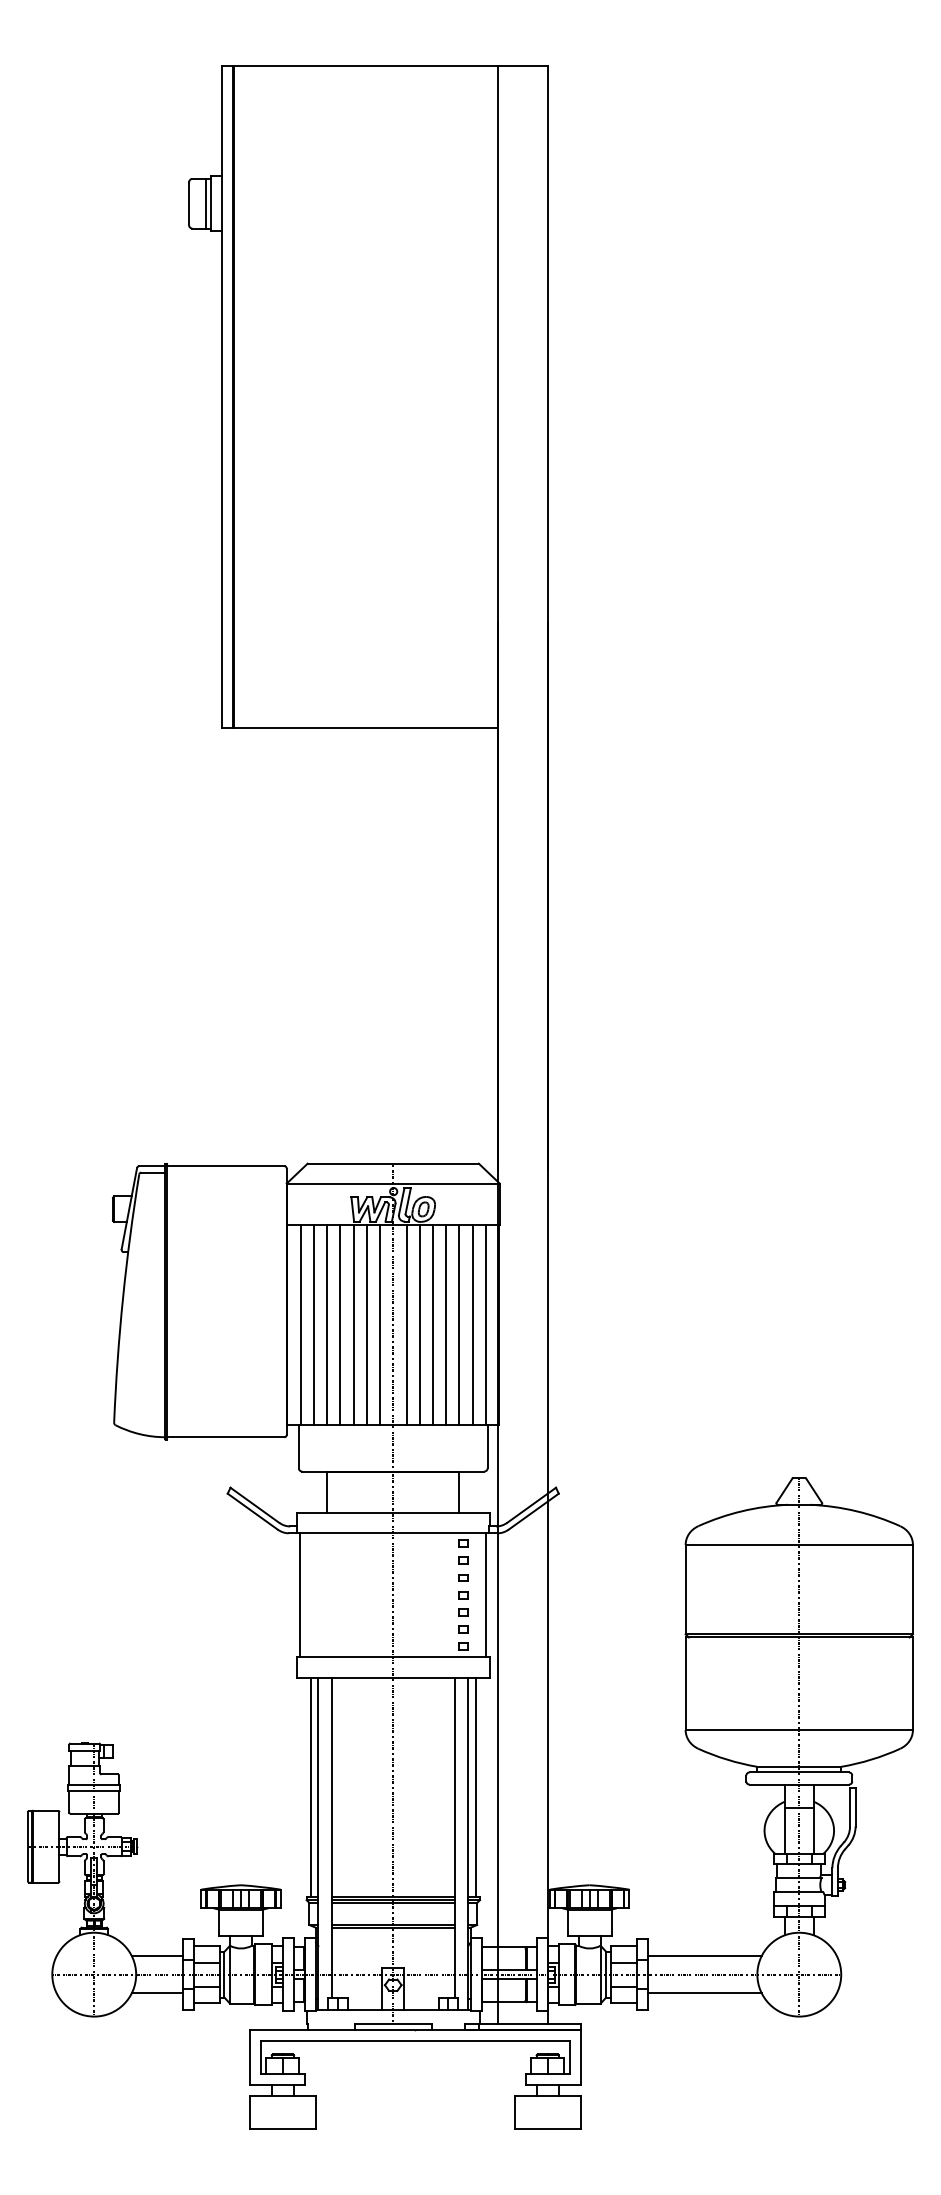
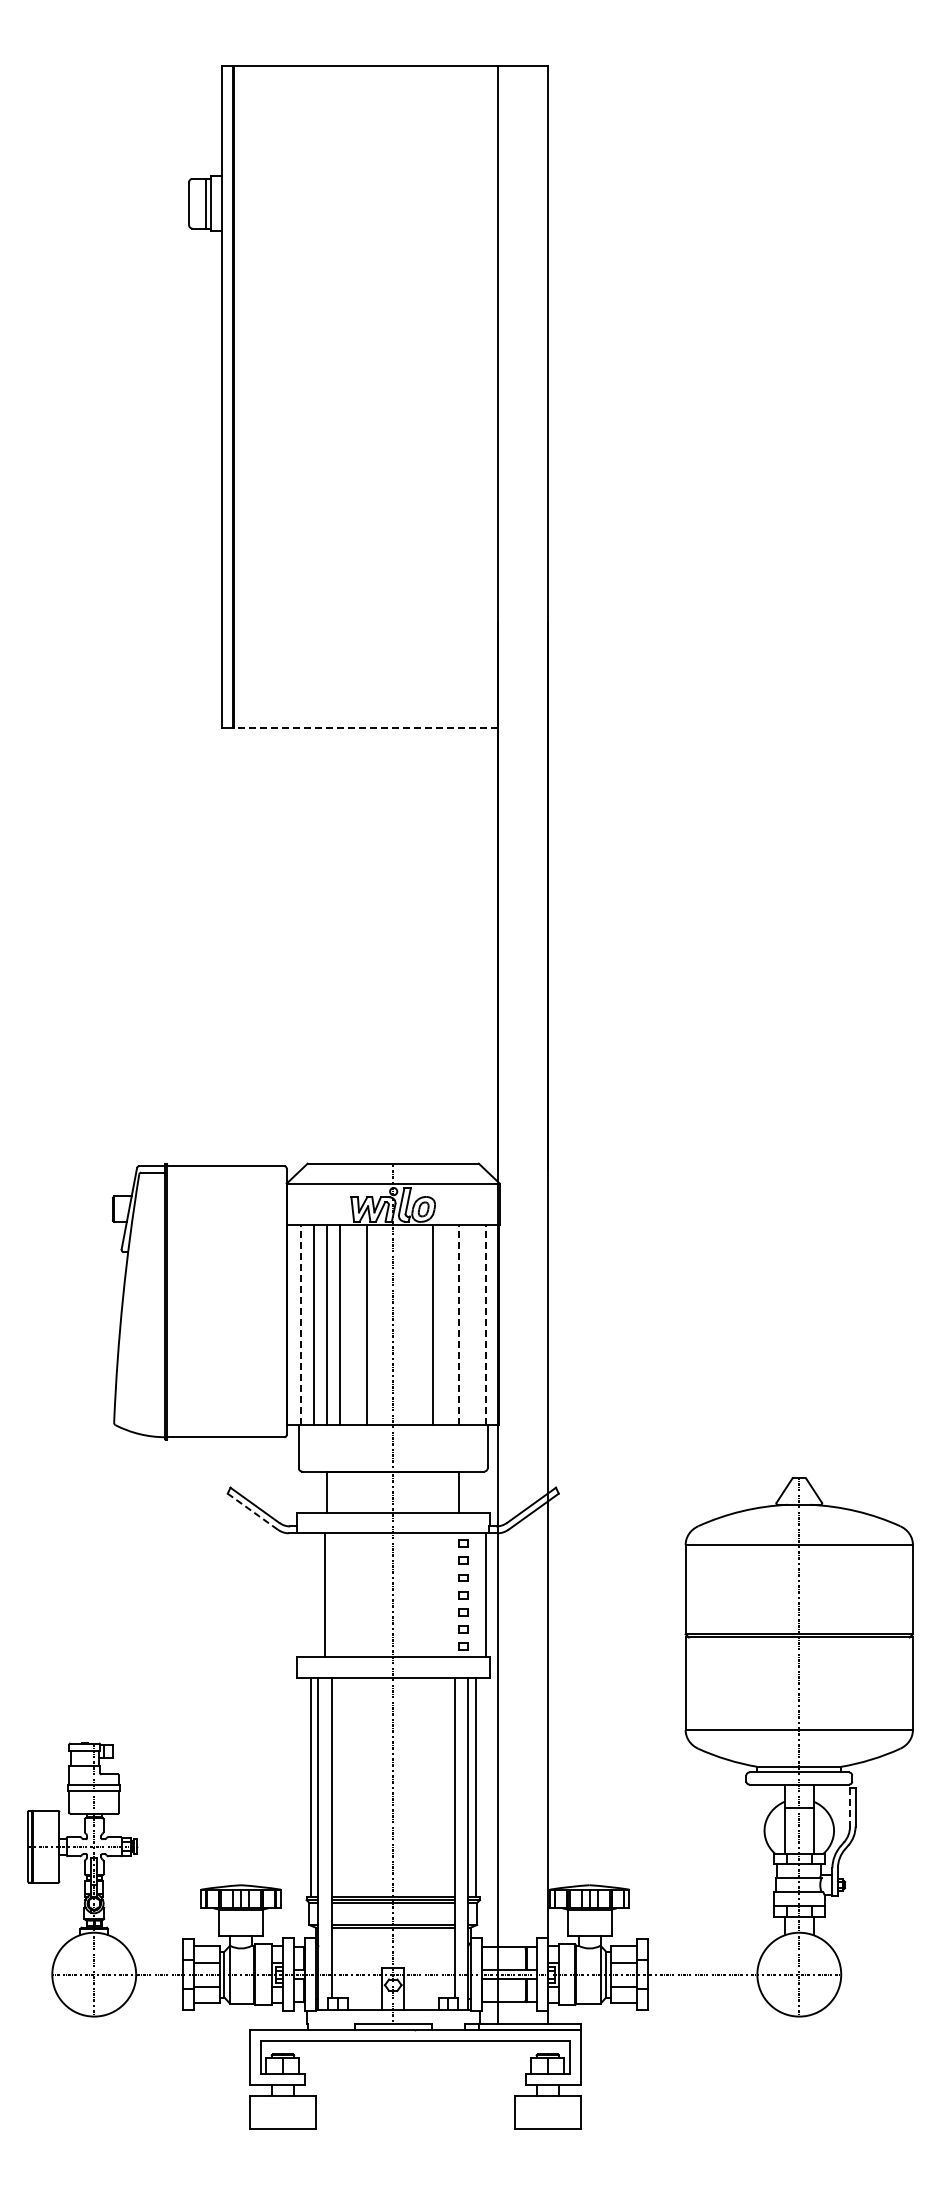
line at (365, 727): solid -> dashed
line at (300, 1324): solid -> dashed
line at (459, 1324): solid -> dashed
line at (485, 1324): solid -> dashed
line at (353, 1325): present -> none
line at (380, 1325): present -> none
line at (406, 1325): present -> none
line at (419, 1325): present -> none
line at (446, 1325): present -> none
line at (472, 1325): present -> none
line at (252, 1511): solid -> dashed
line at (300, 1595) position: (300, 1595) -> (325, 1595)
line at (850, 1807): solid -> dashed
line at (156, 1956): present -> none
line at (704, 1956): present -> none
line at (156, 1993): present -> none
line at (704, 1993): present -> none
